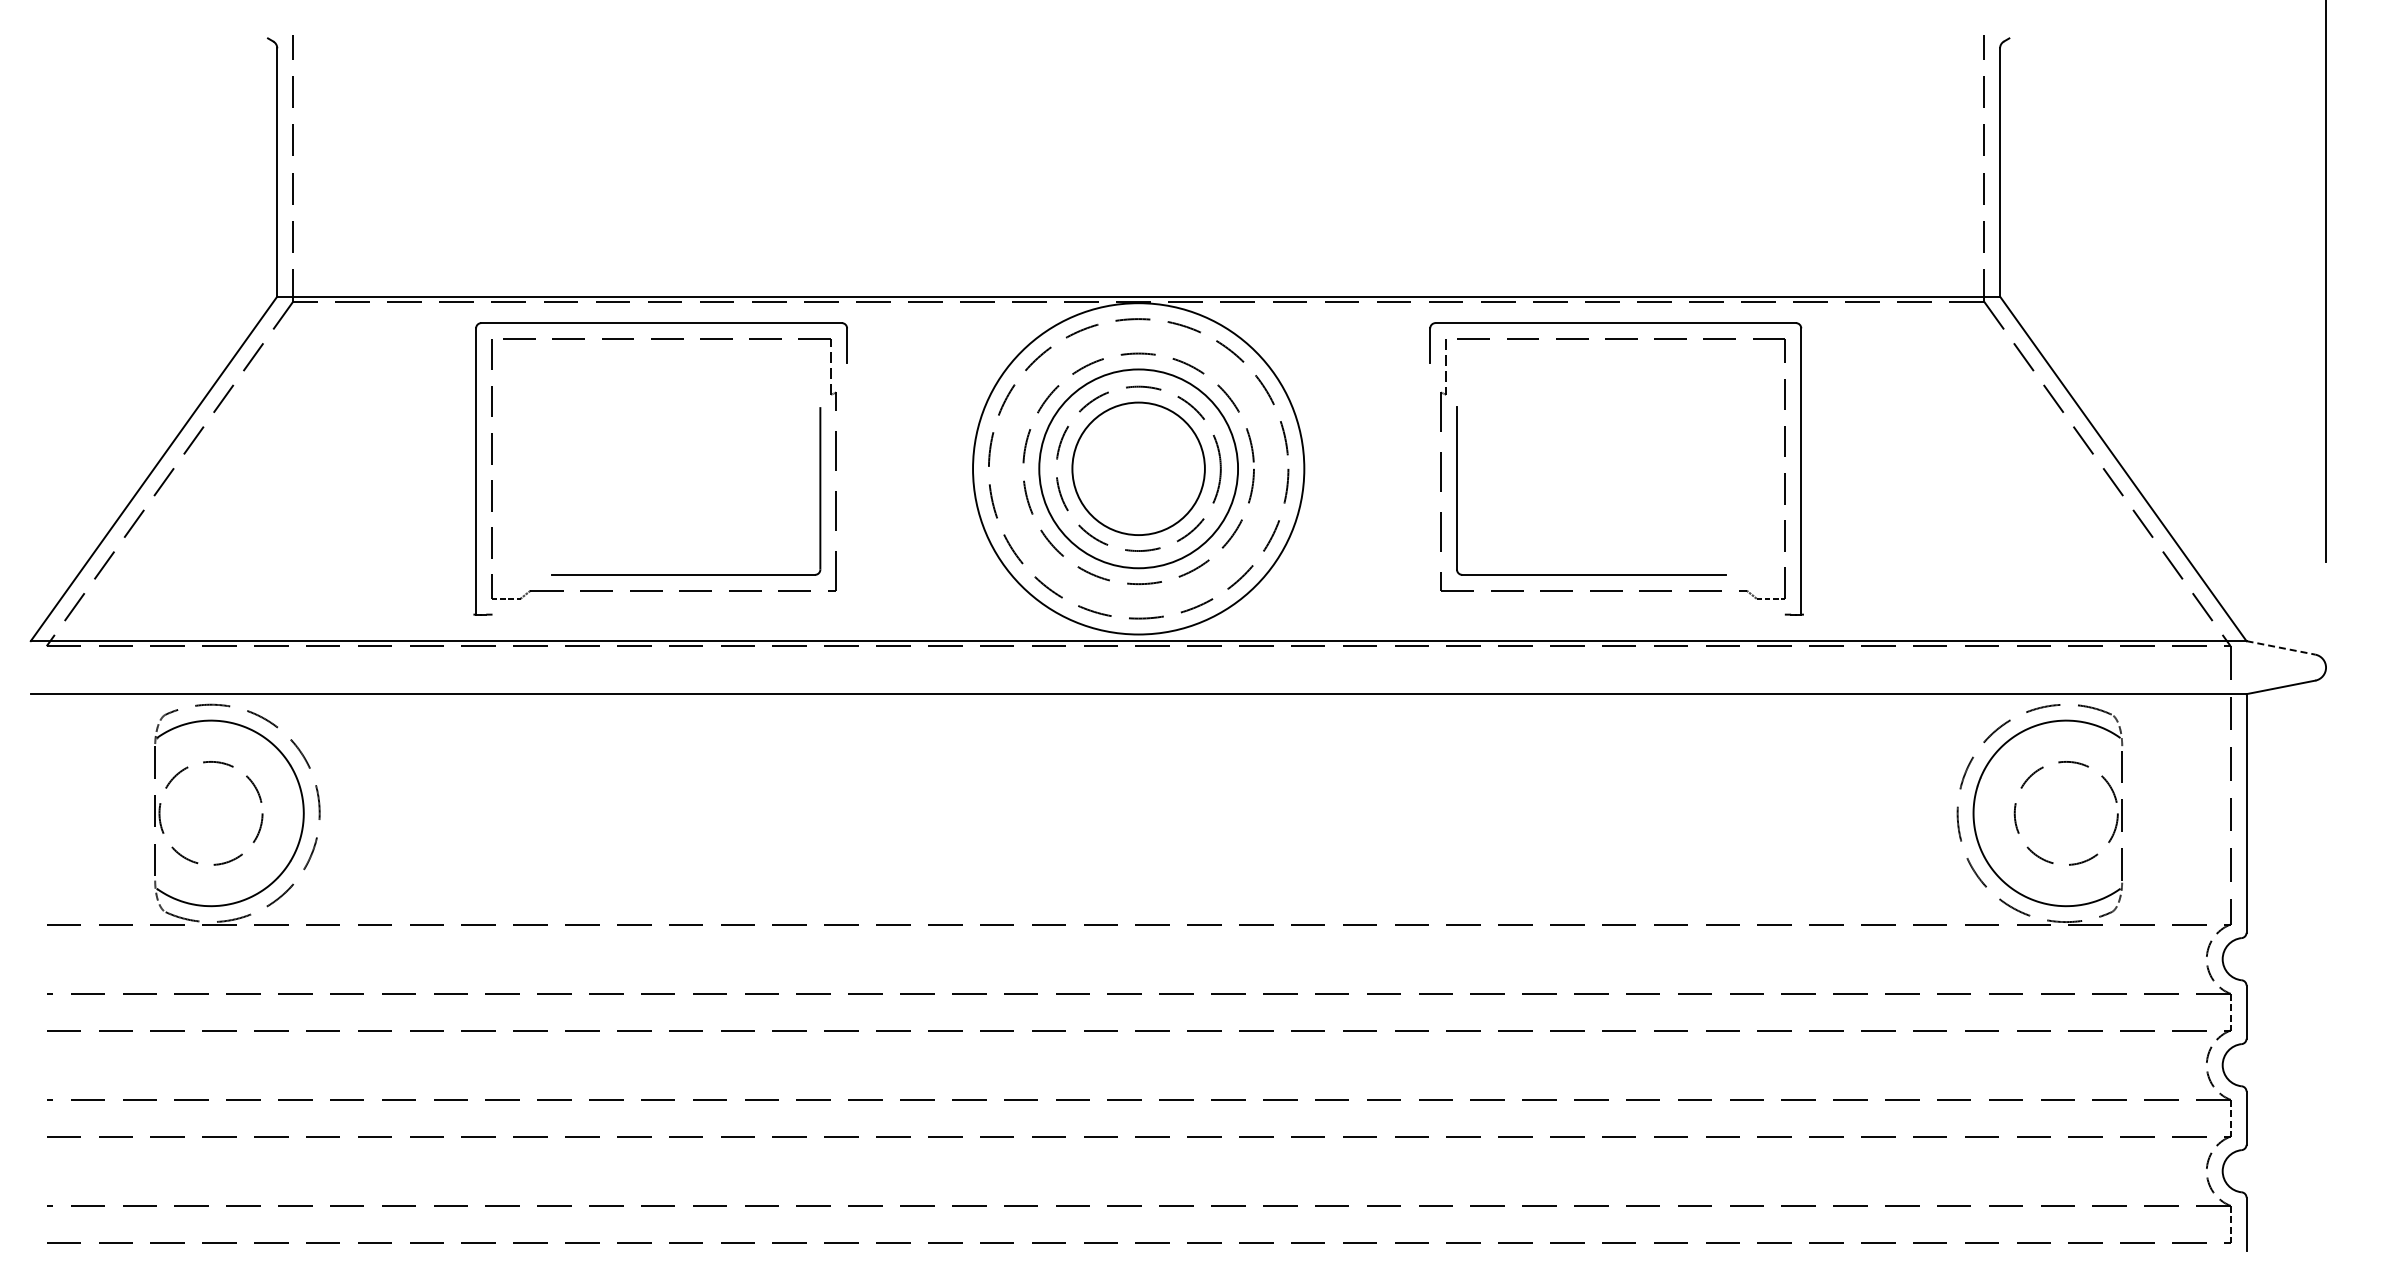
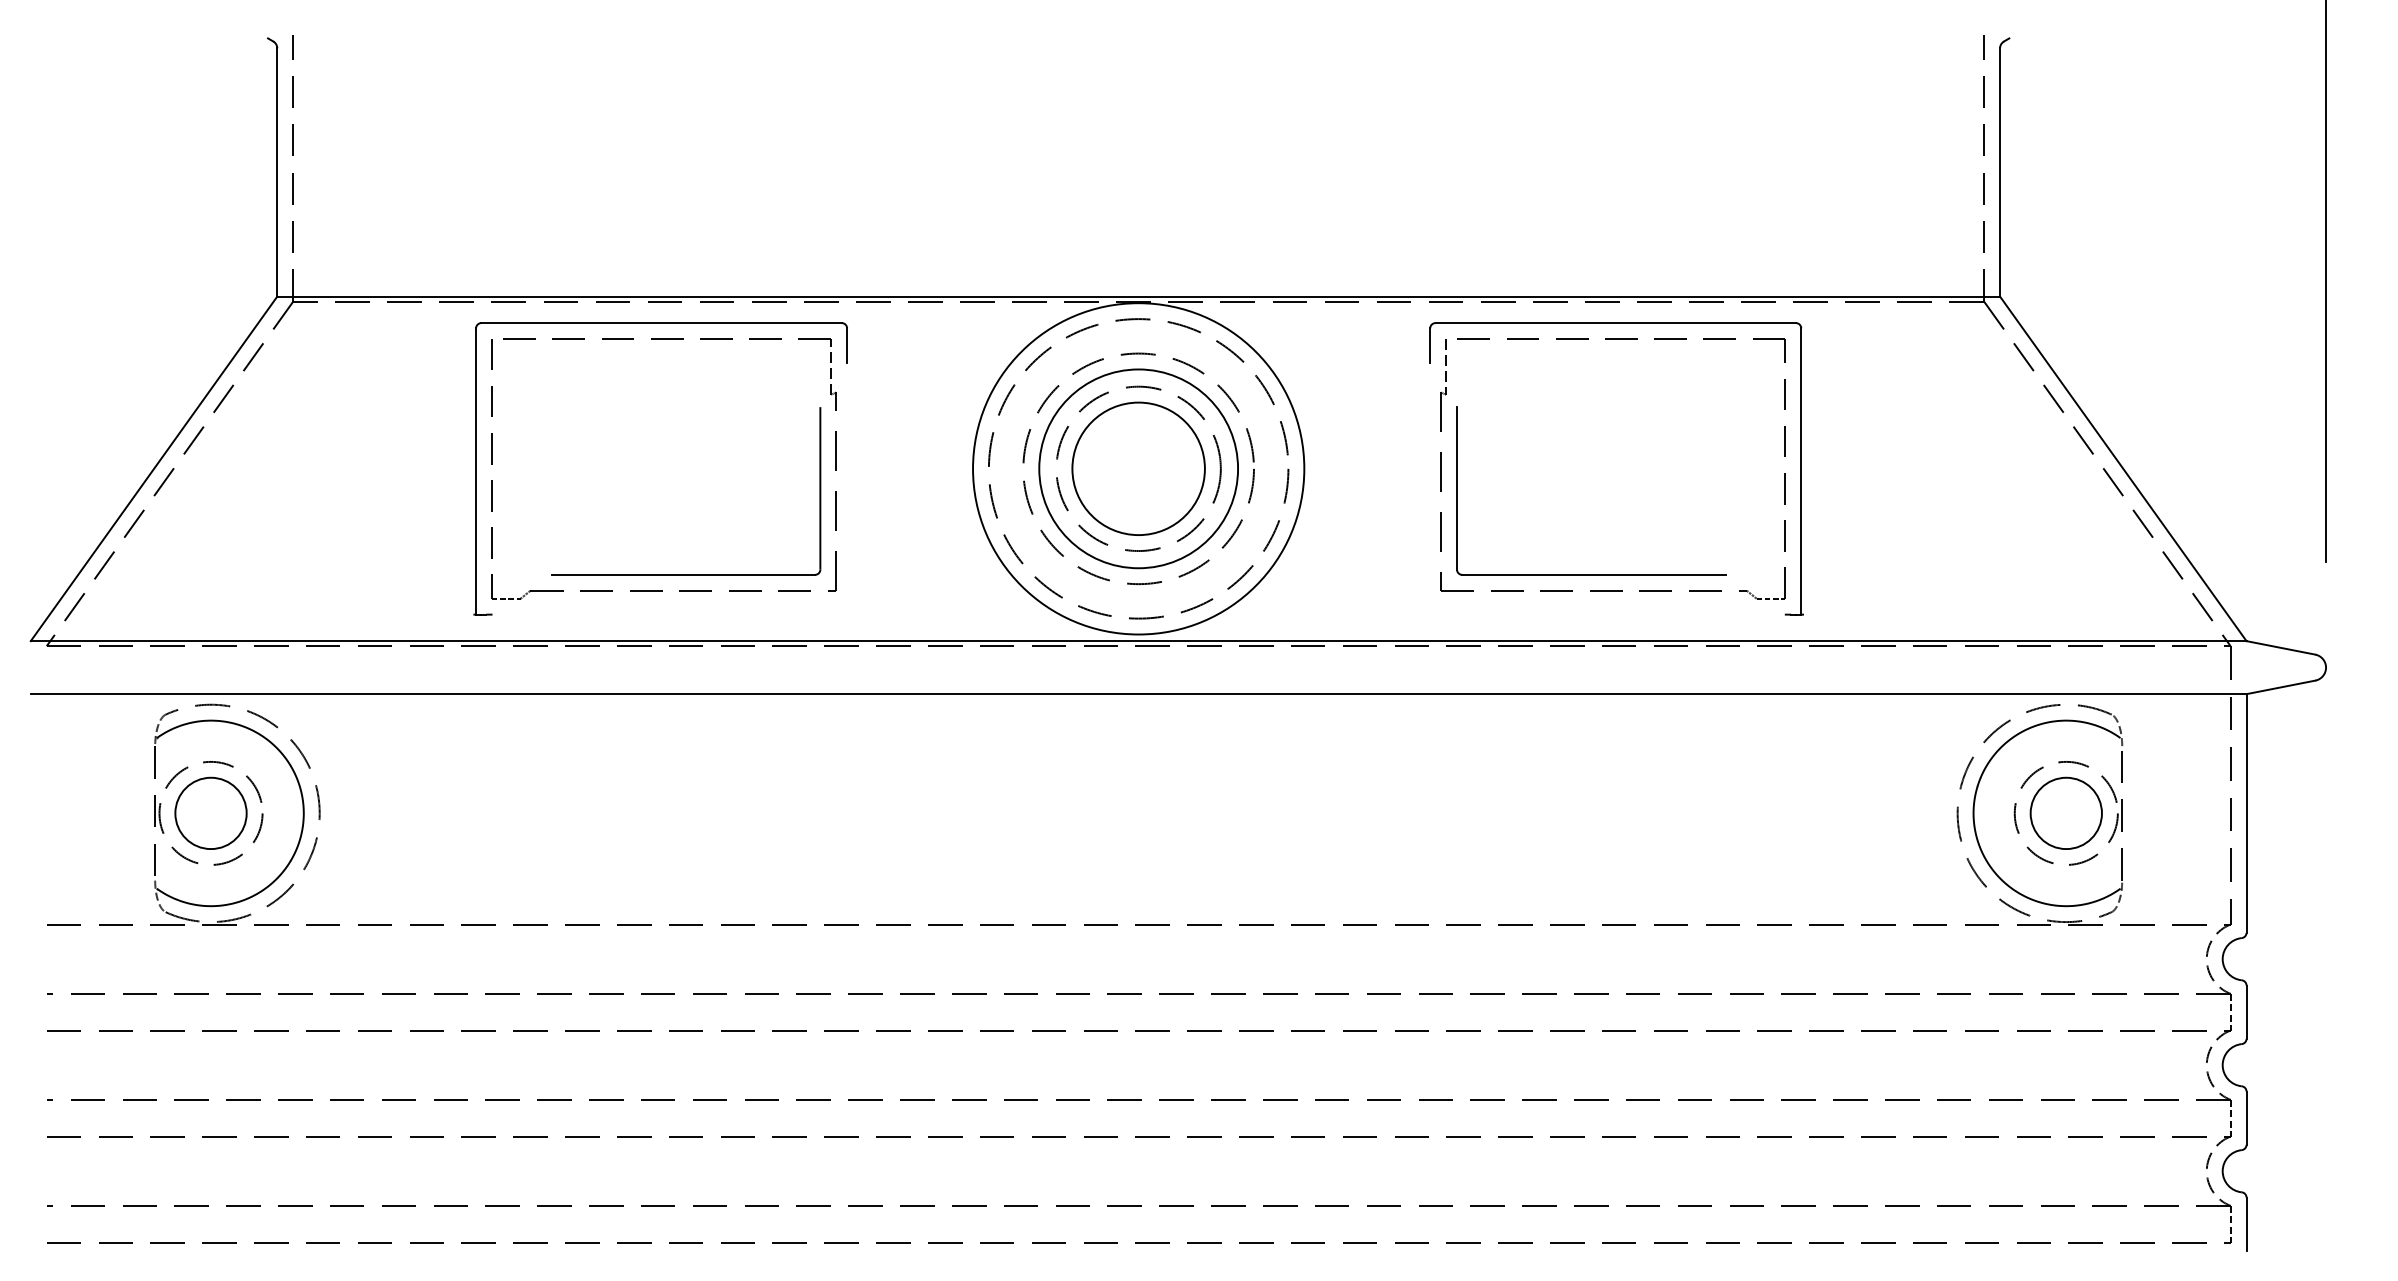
line at (2281, 647): dashed -> solid
circle at (210, 812): none -> present
circle at (2065, 812): none -> present
